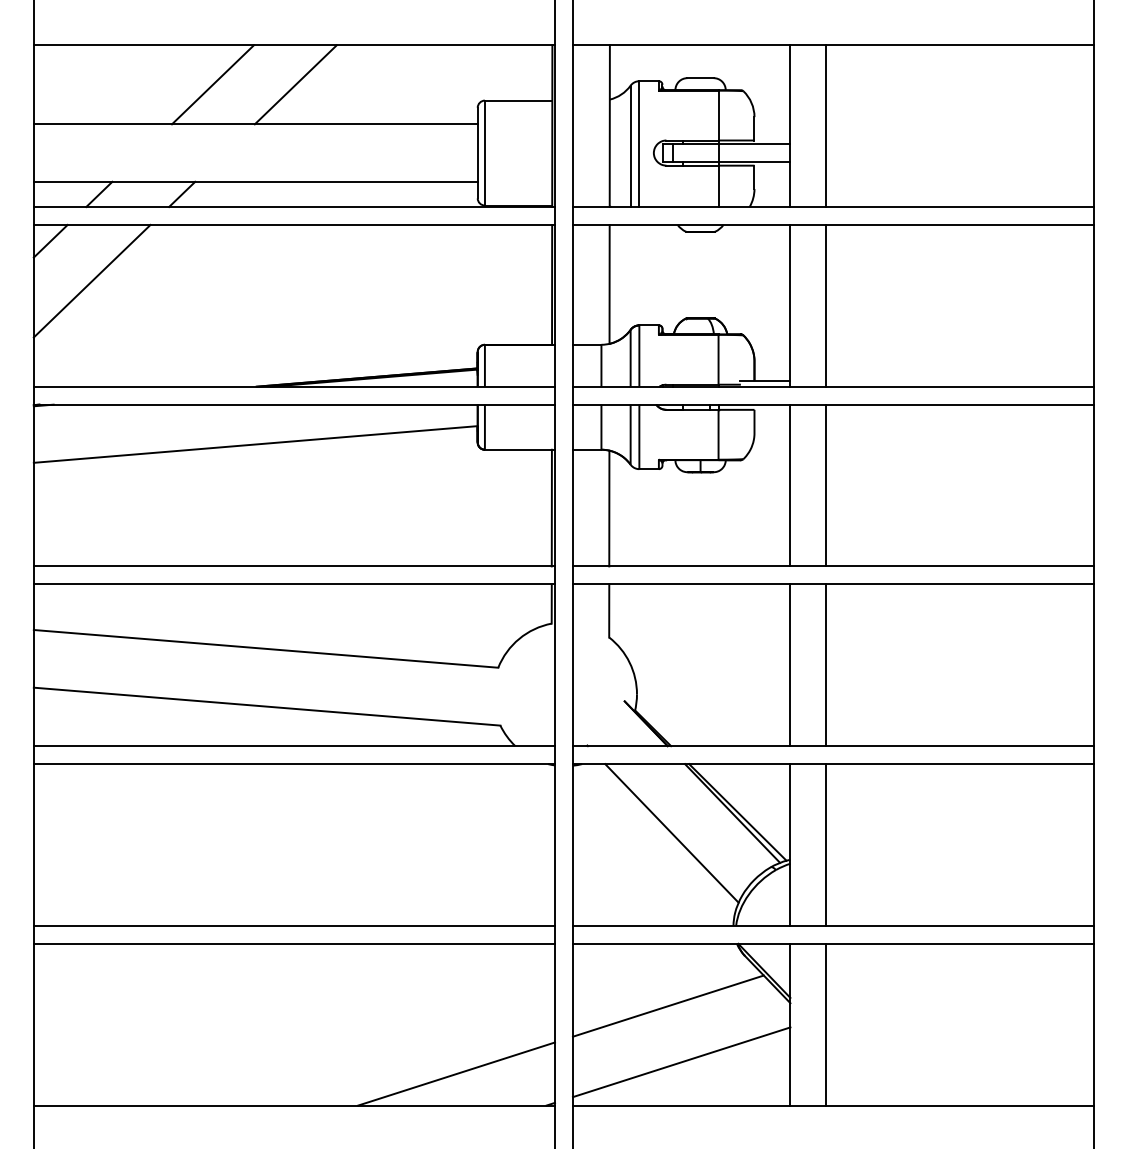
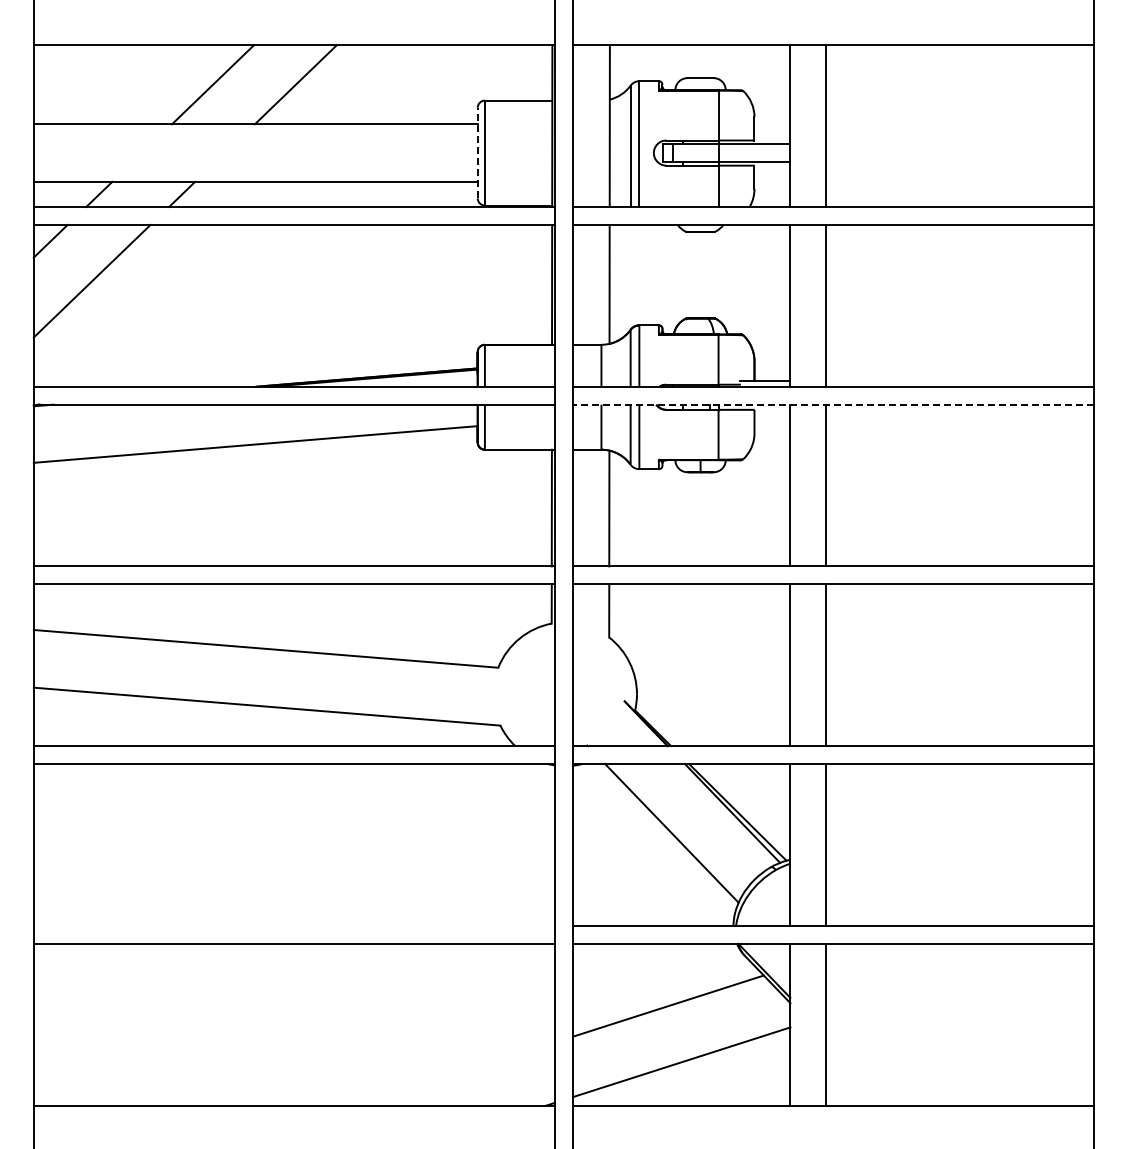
line at (477, 152): solid -> dashed
line at (833, 404): solid -> dashed
line at (294, 925): present -> none
line at (456, 1073): present -> none
